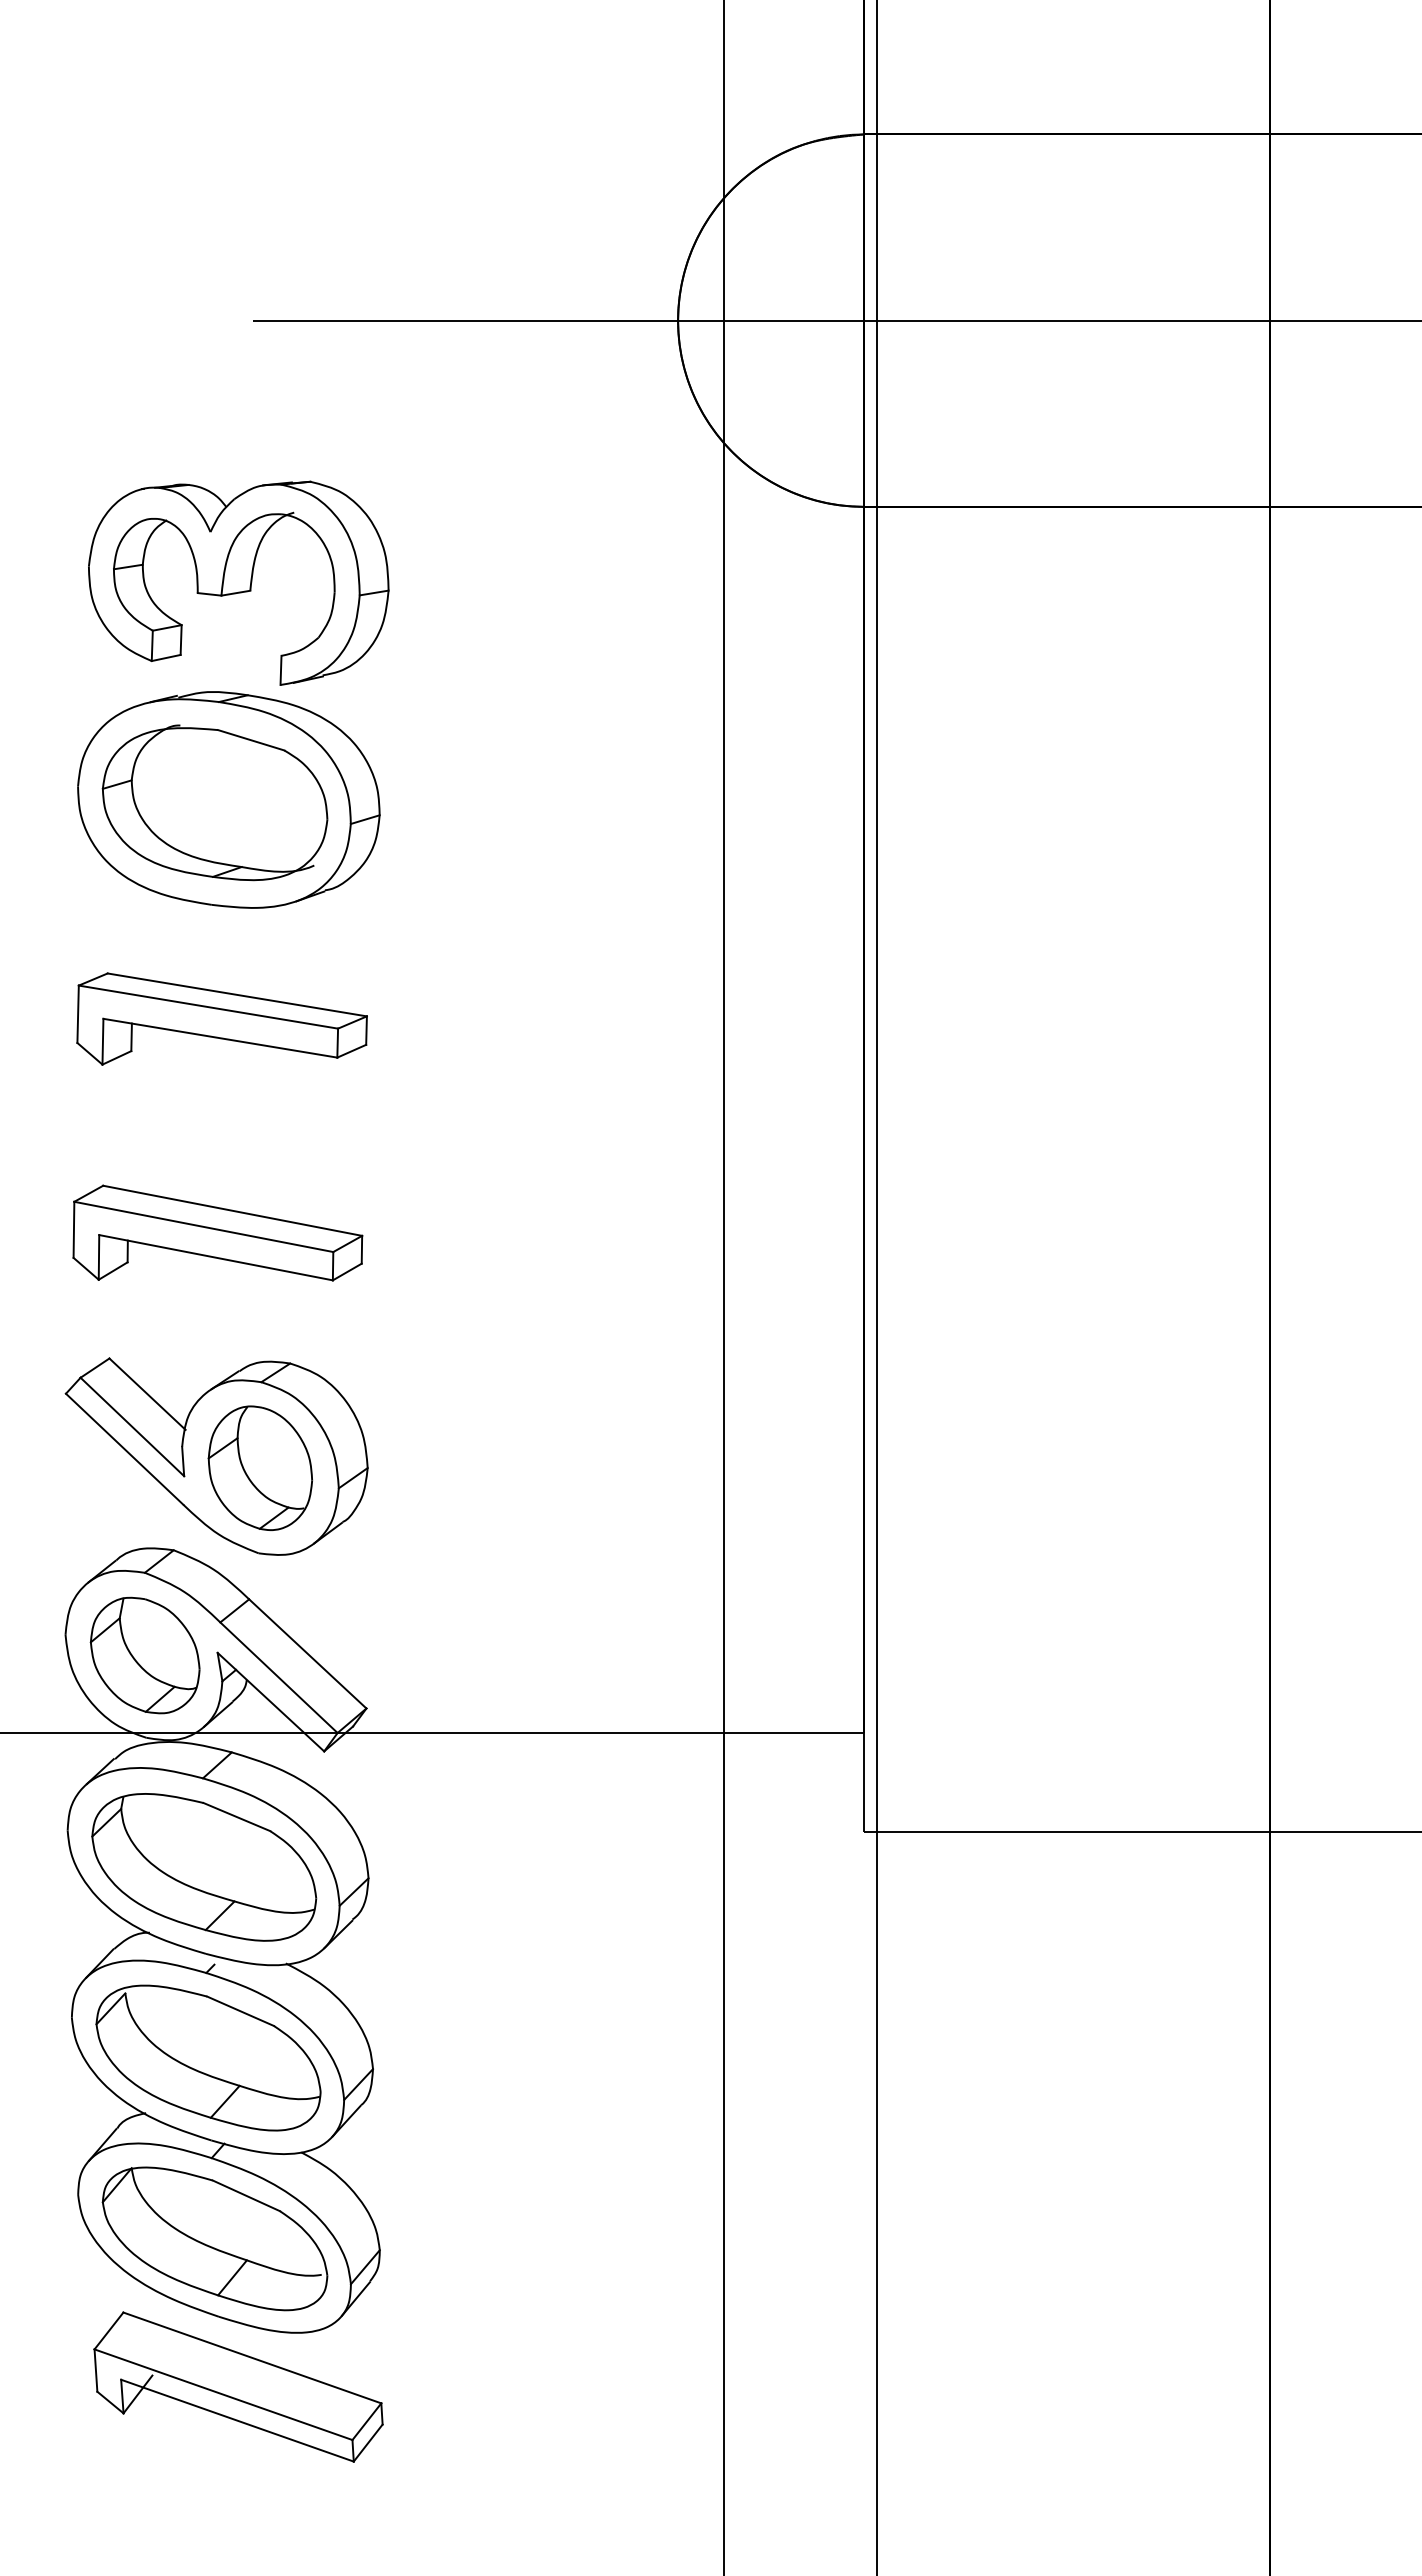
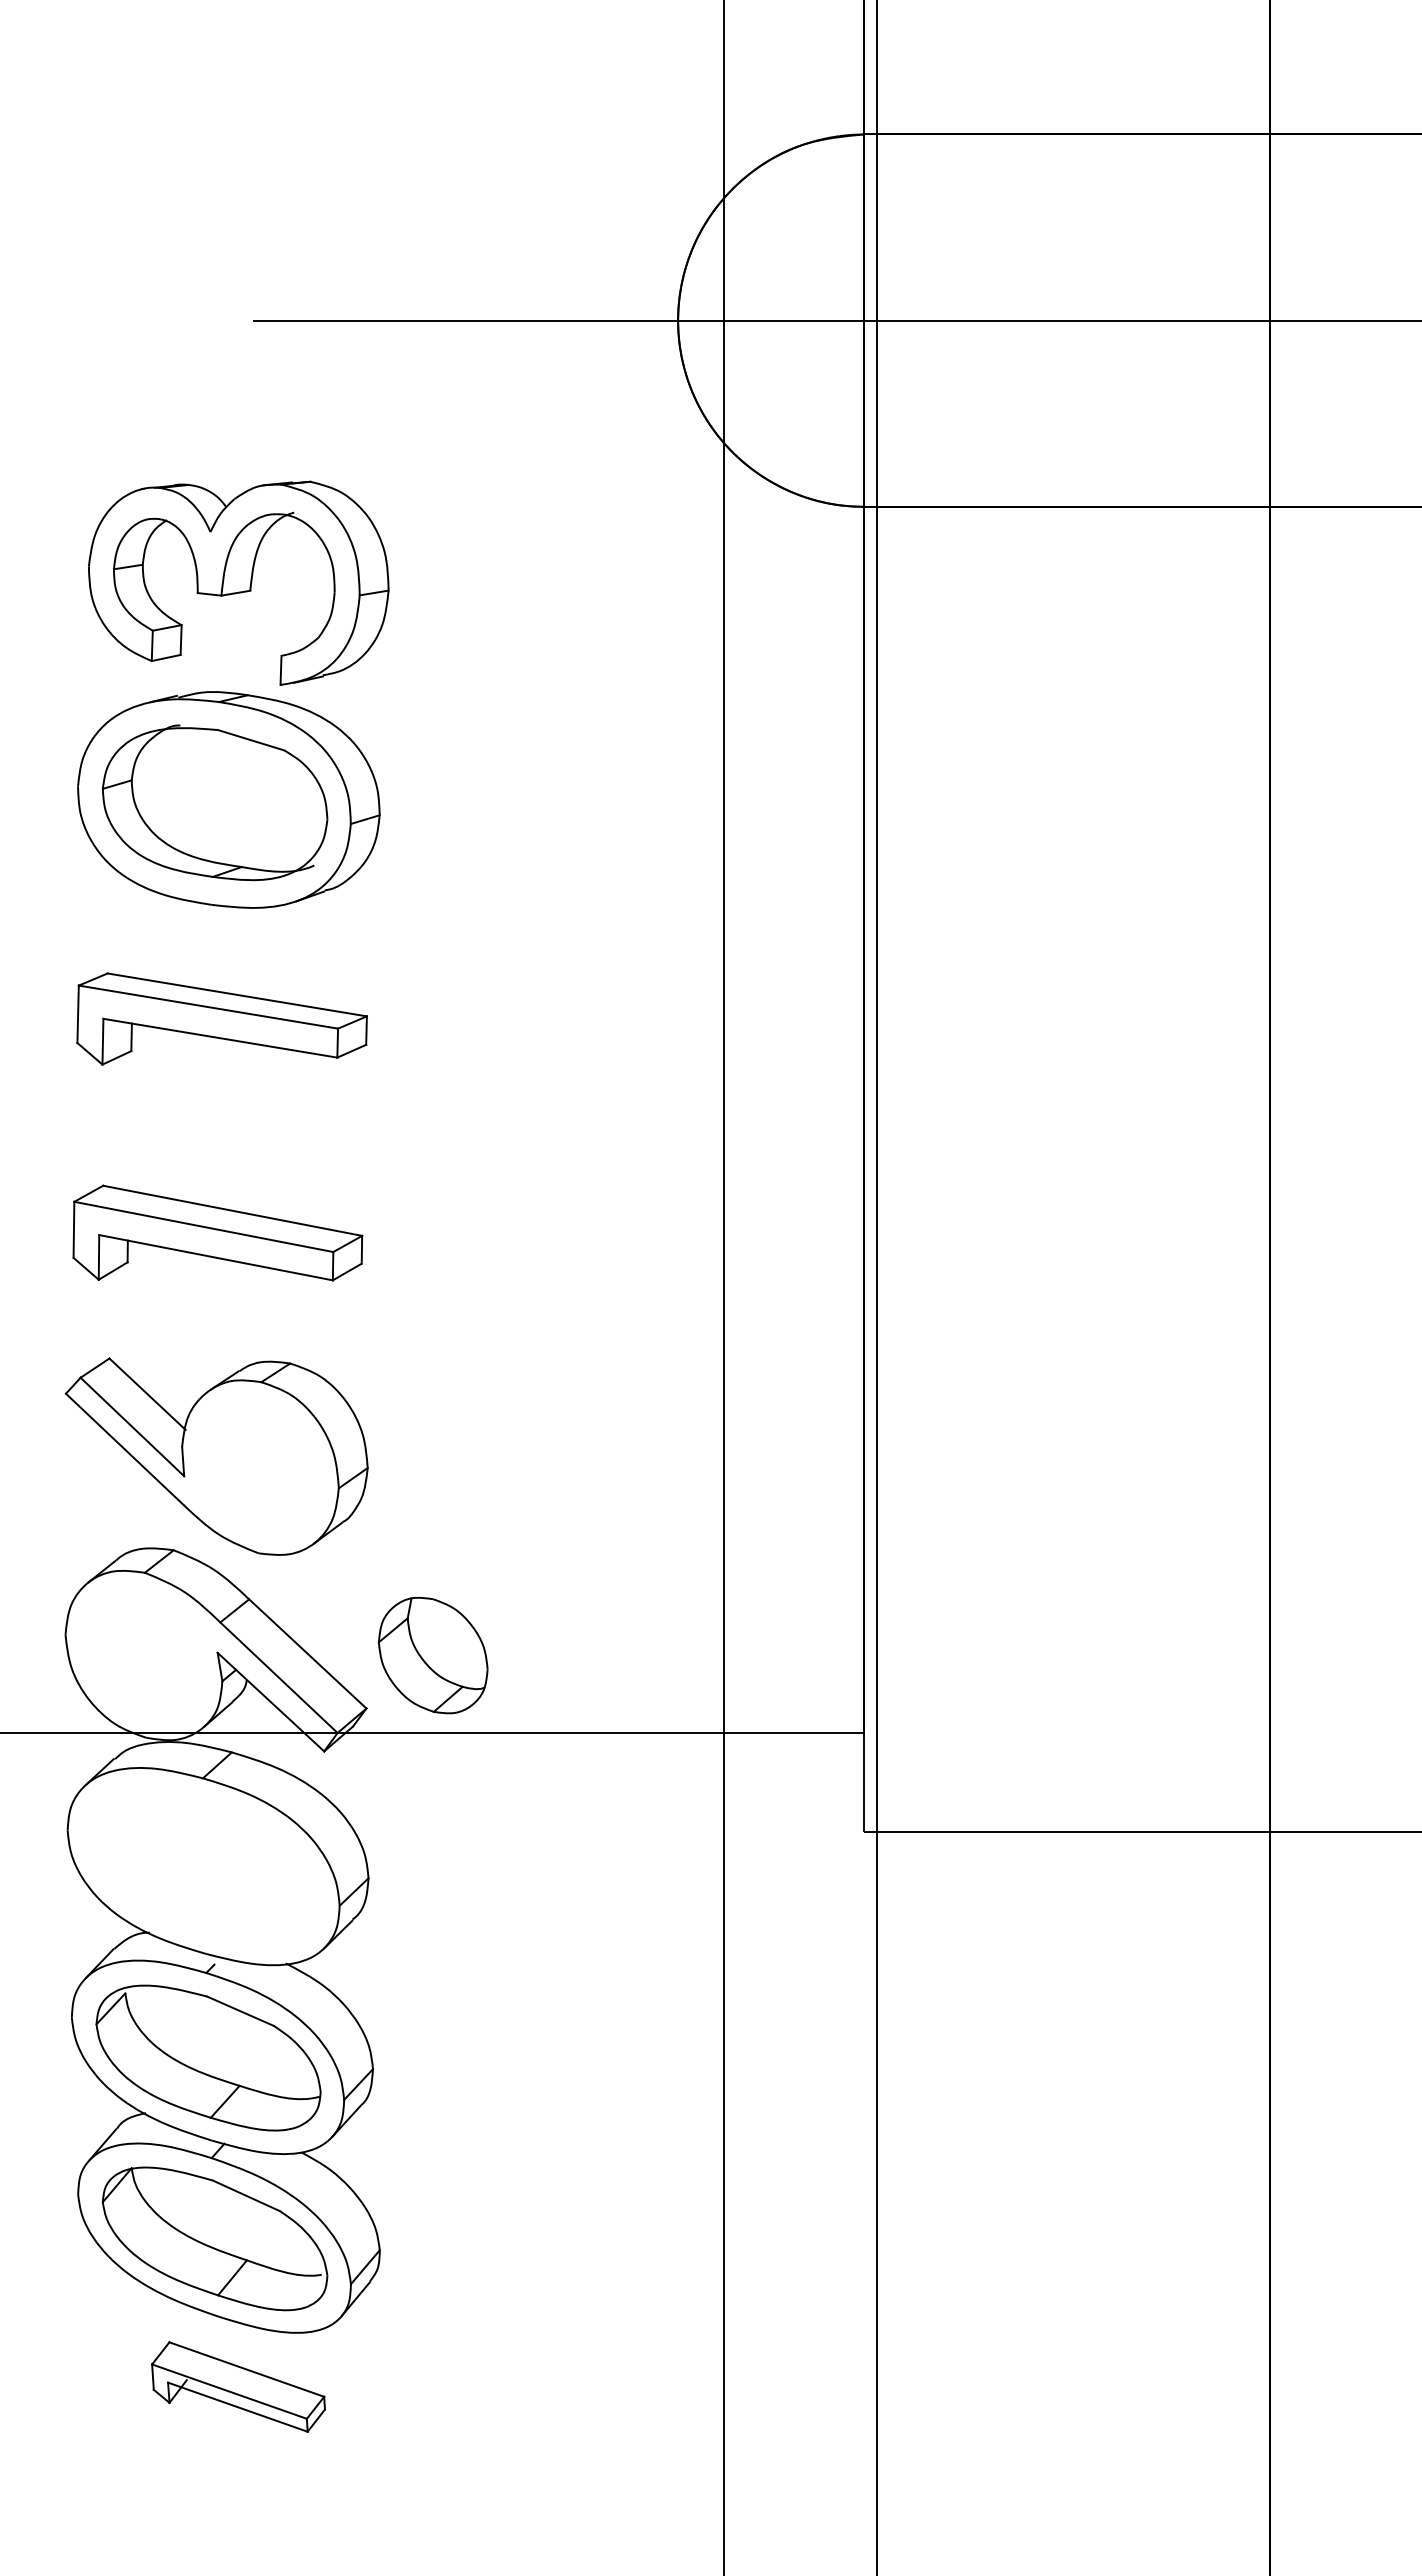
part at (259, 1467): present -> none
part at (144, 1655) position: (144, 1655) -> (432, 1655)
part at (204, 1867): present -> none
part at (238, 2386) size: 291x152 px -> 175x92 px
